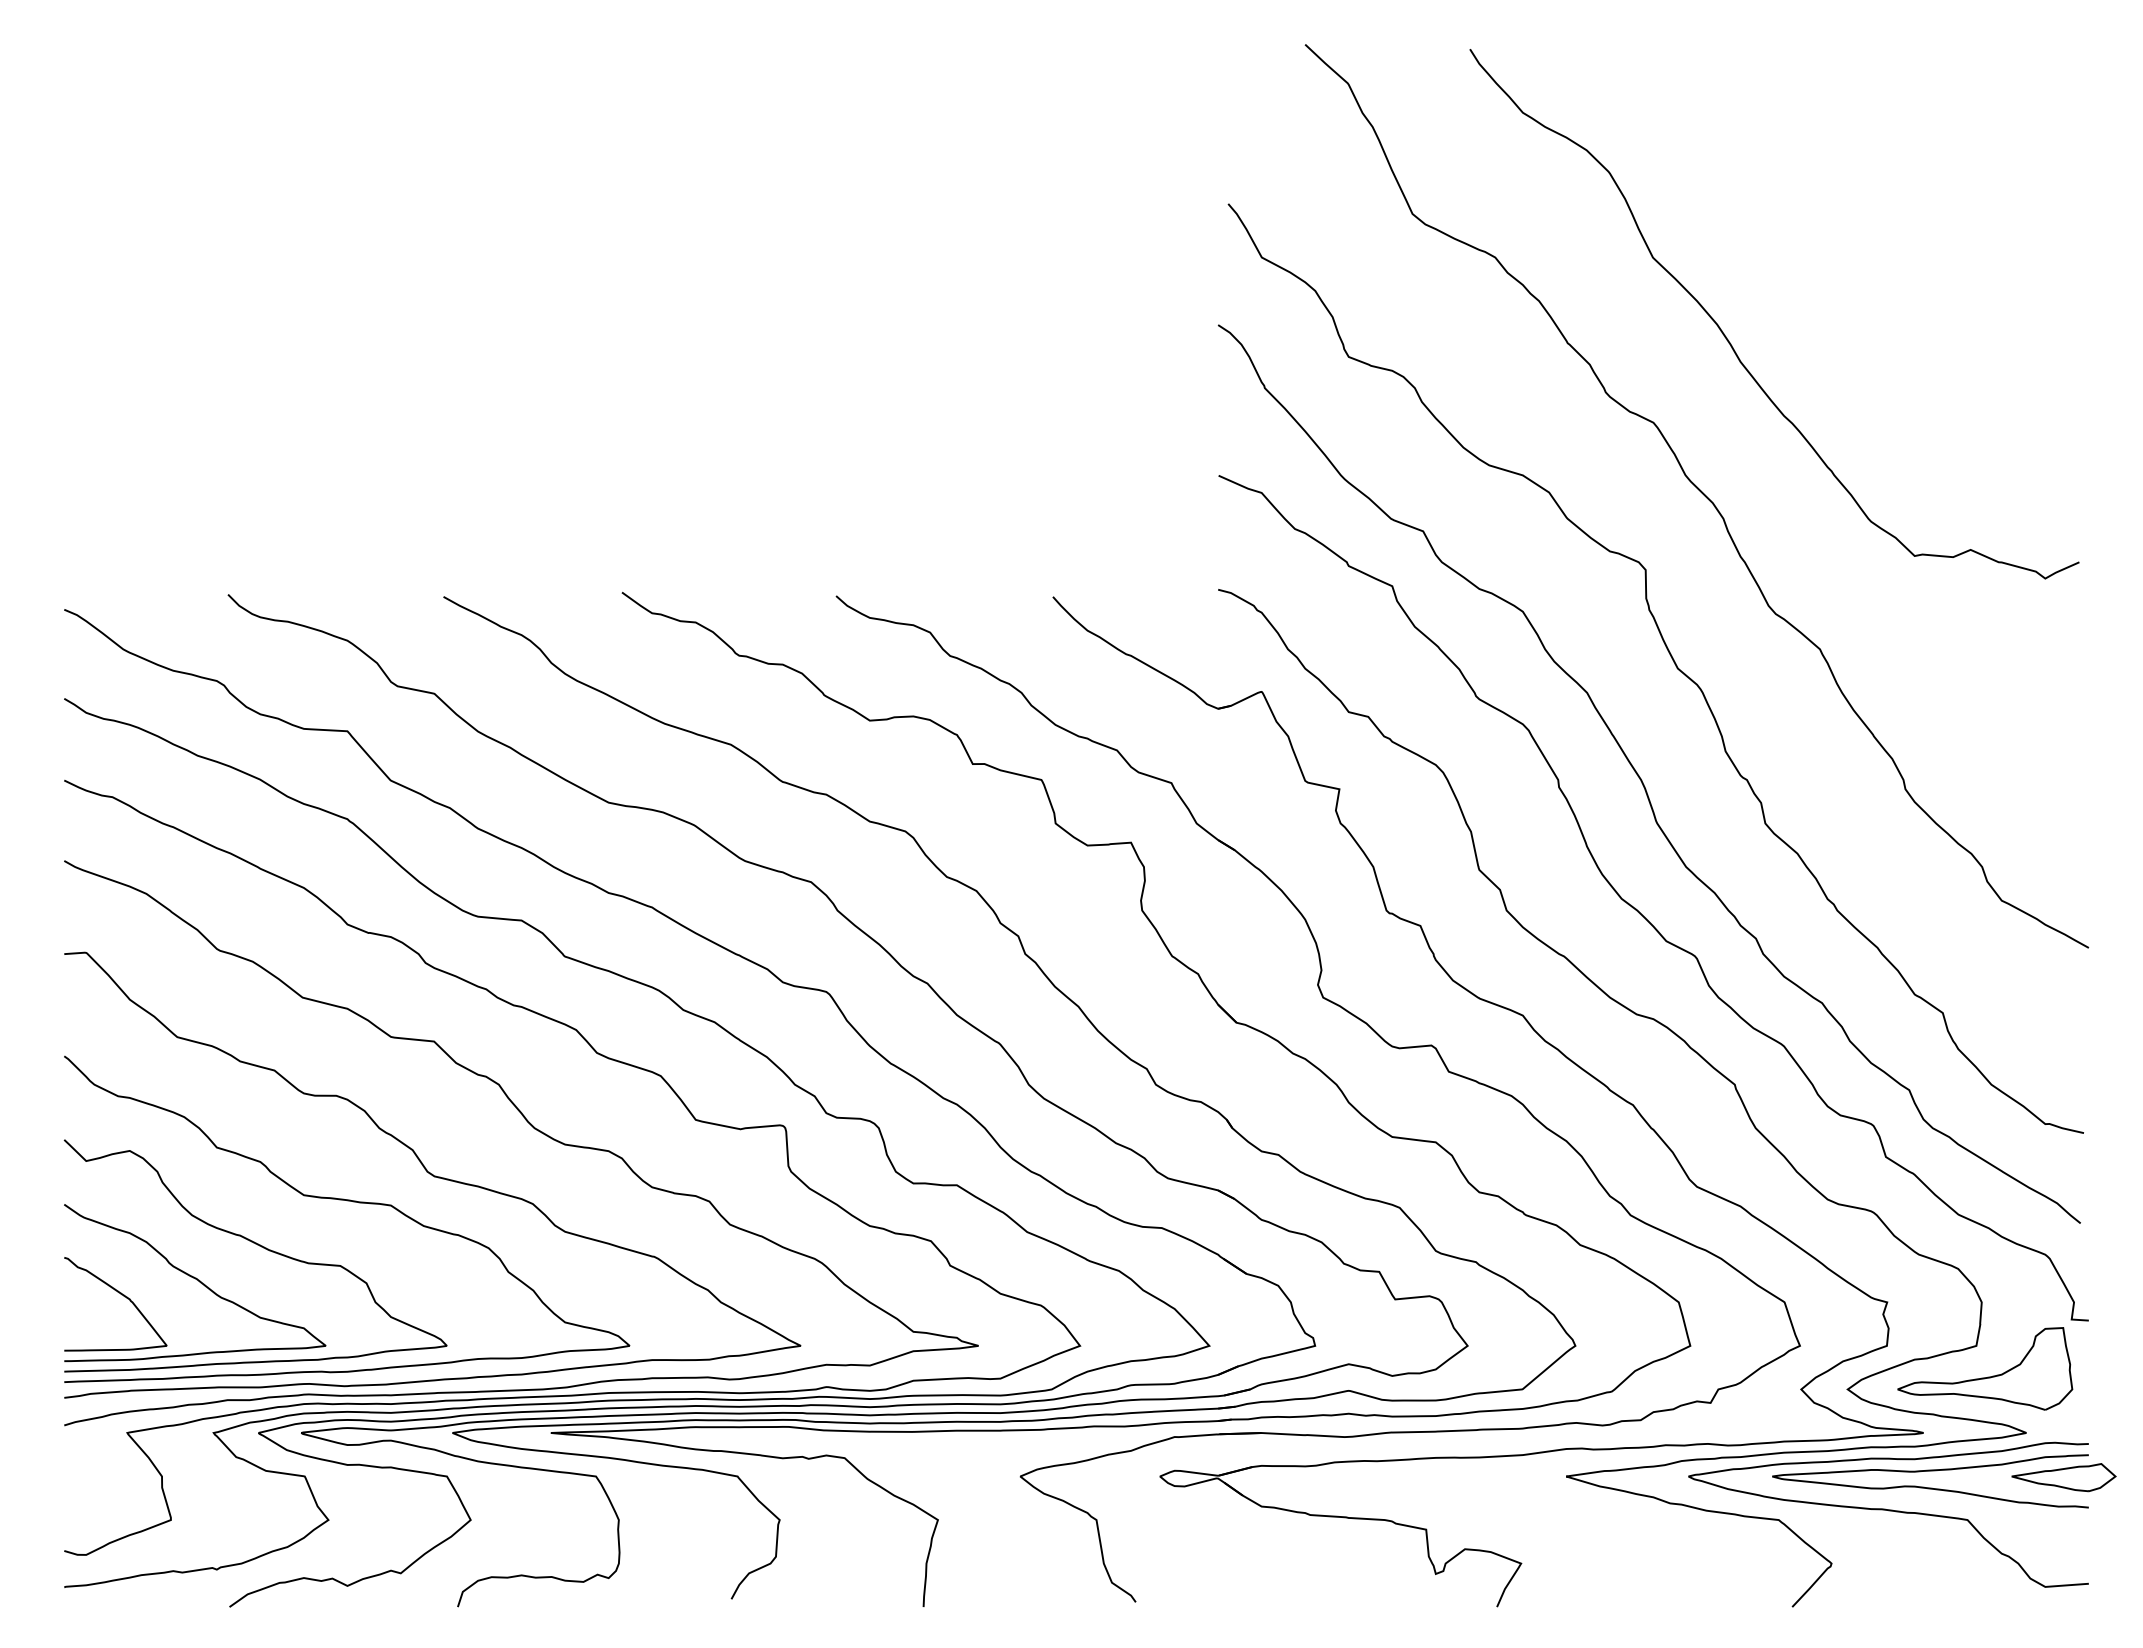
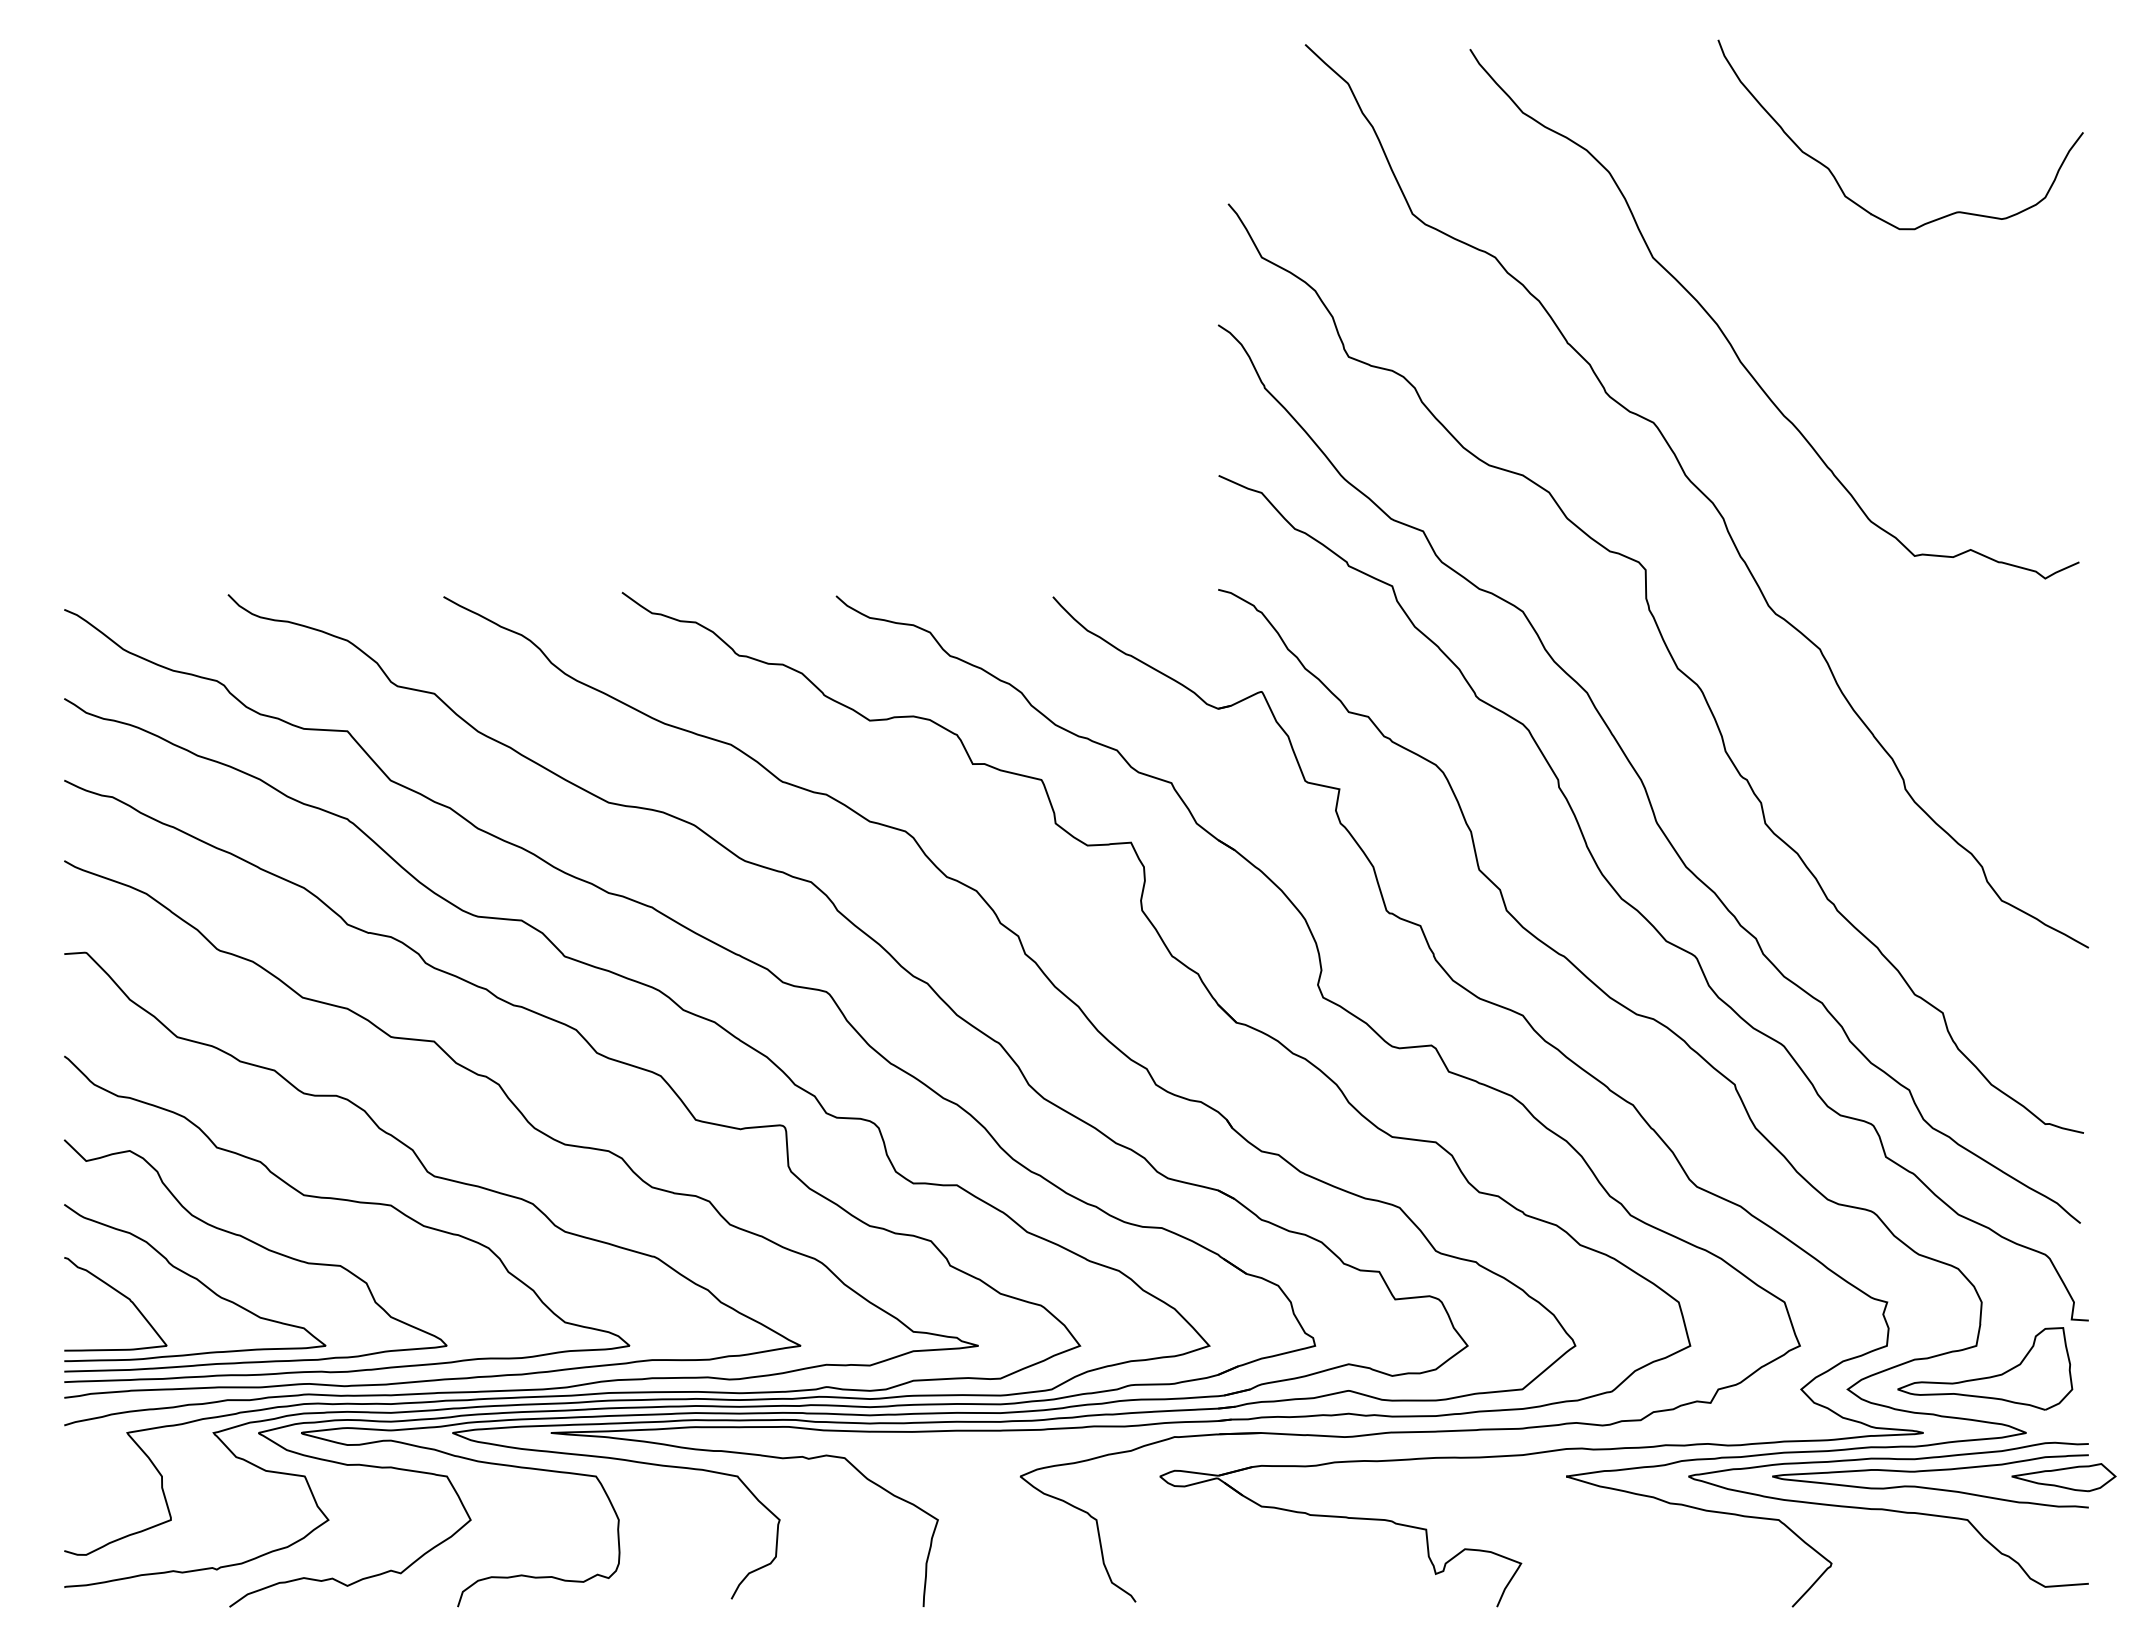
curve at (1836, 178): none -> present
